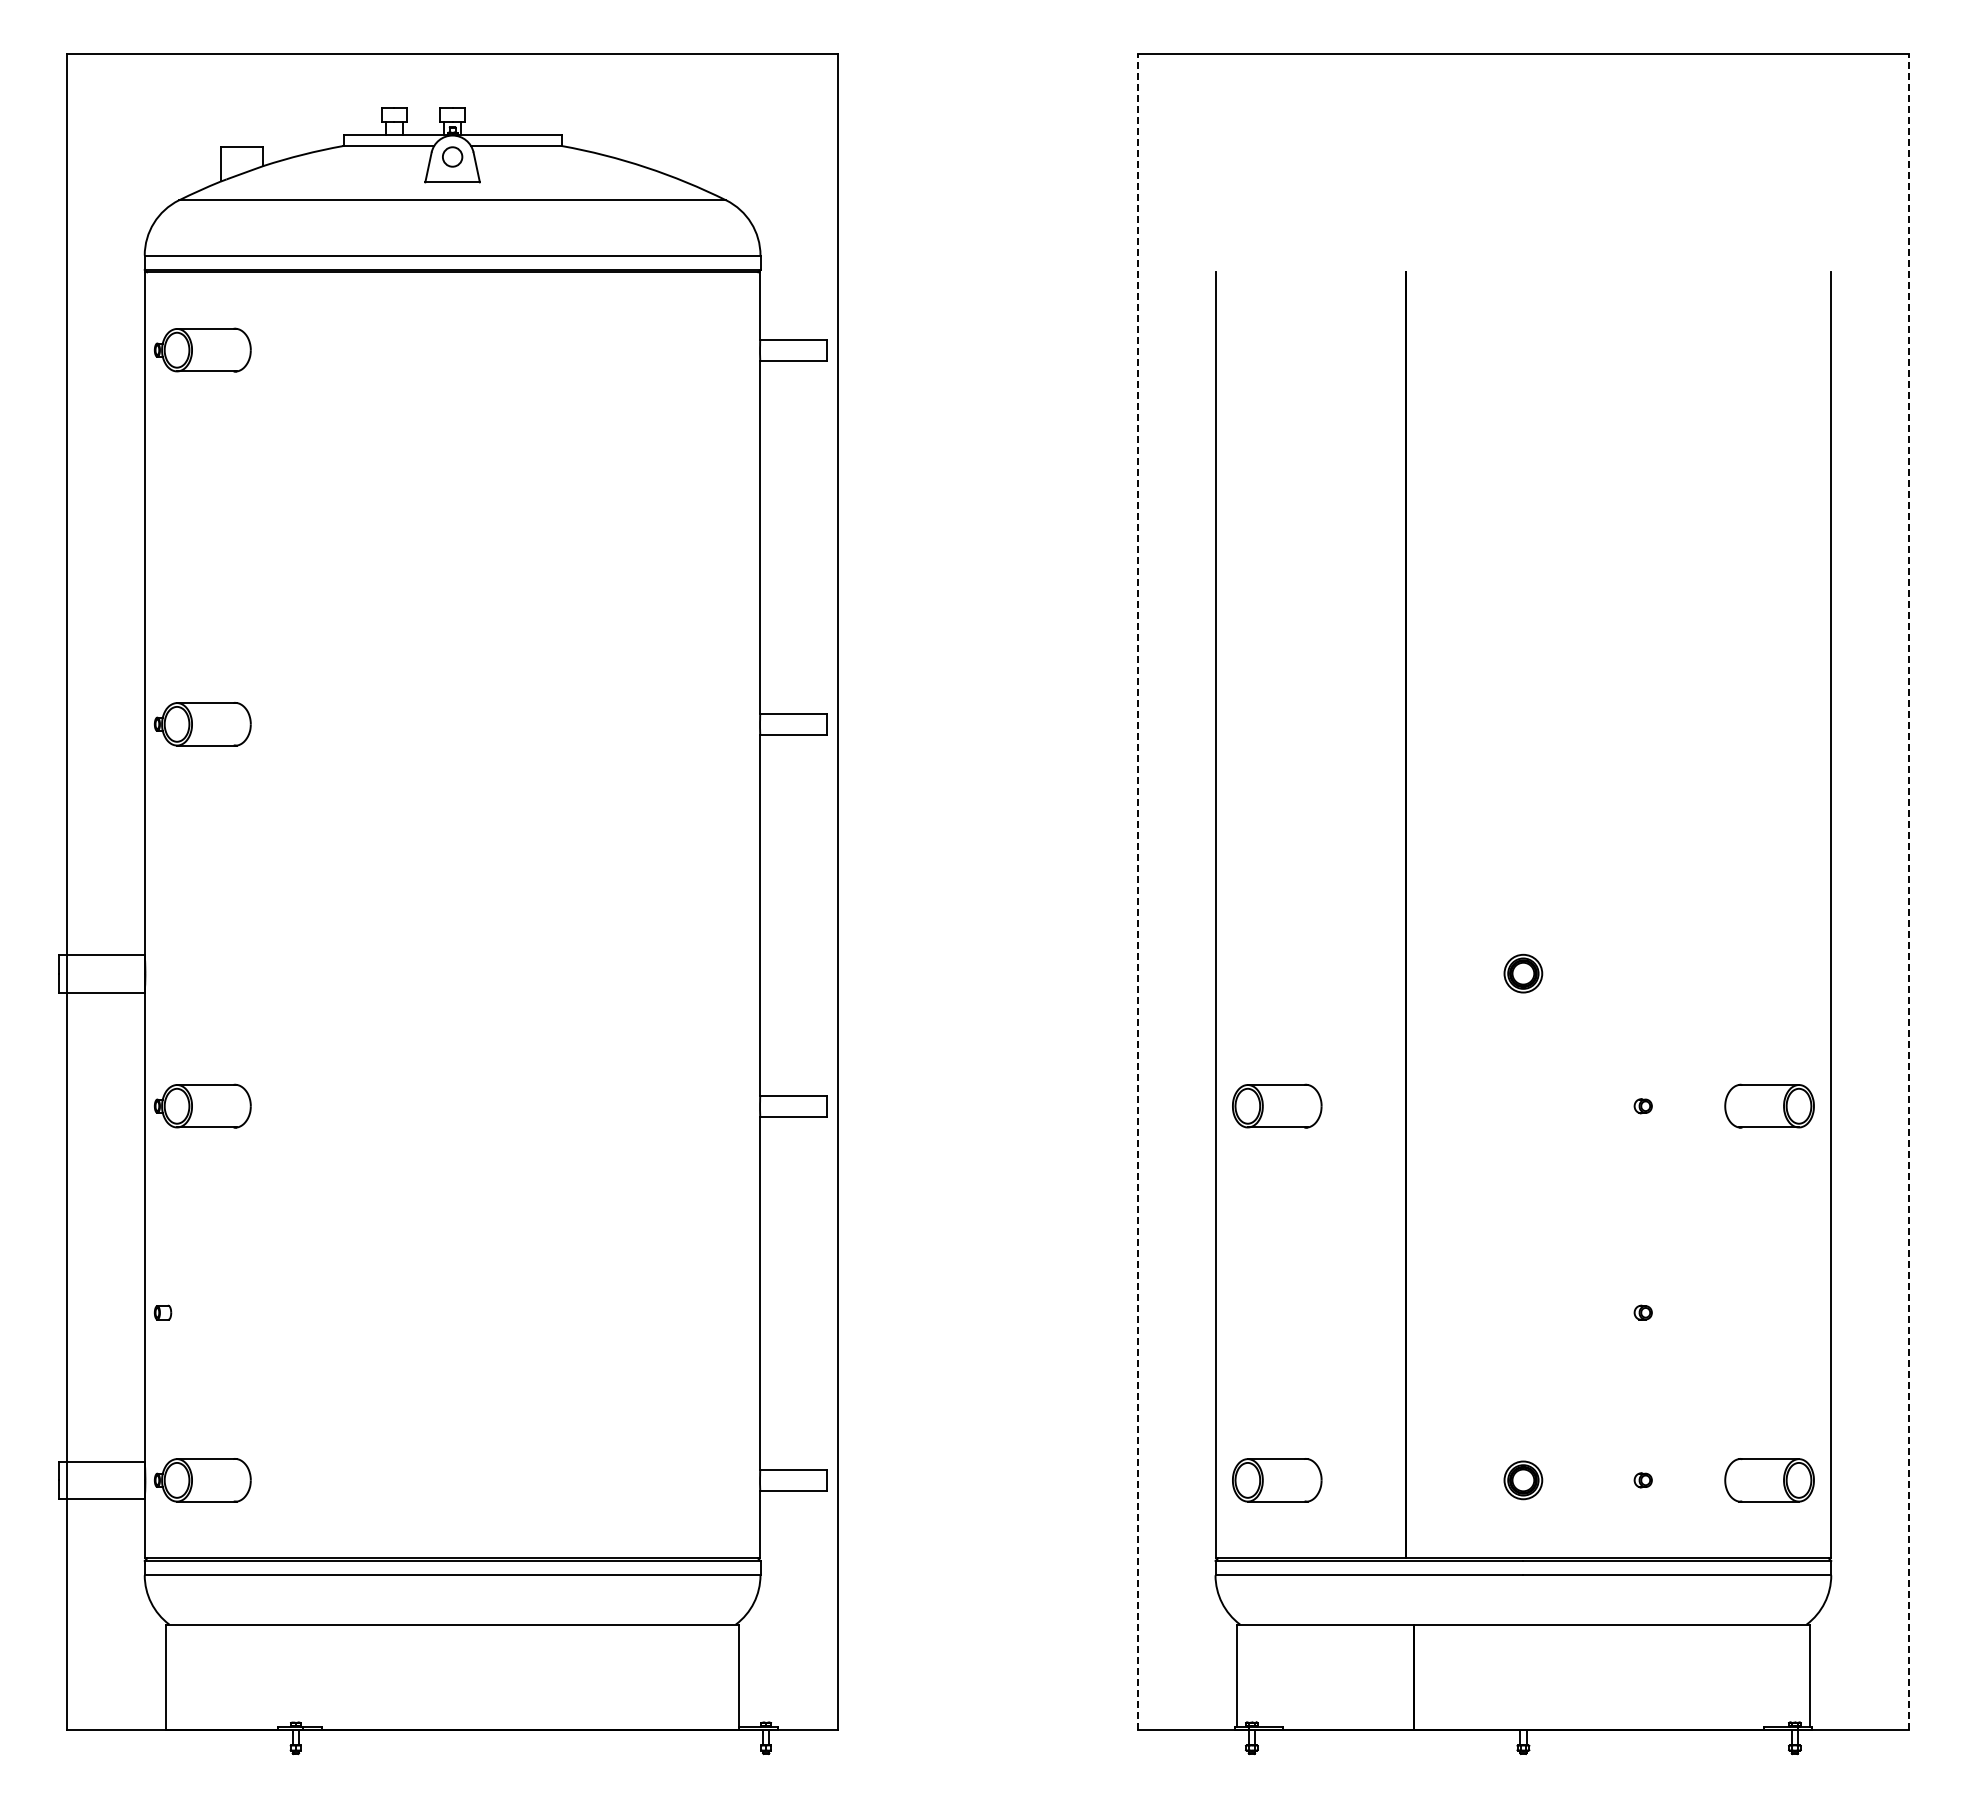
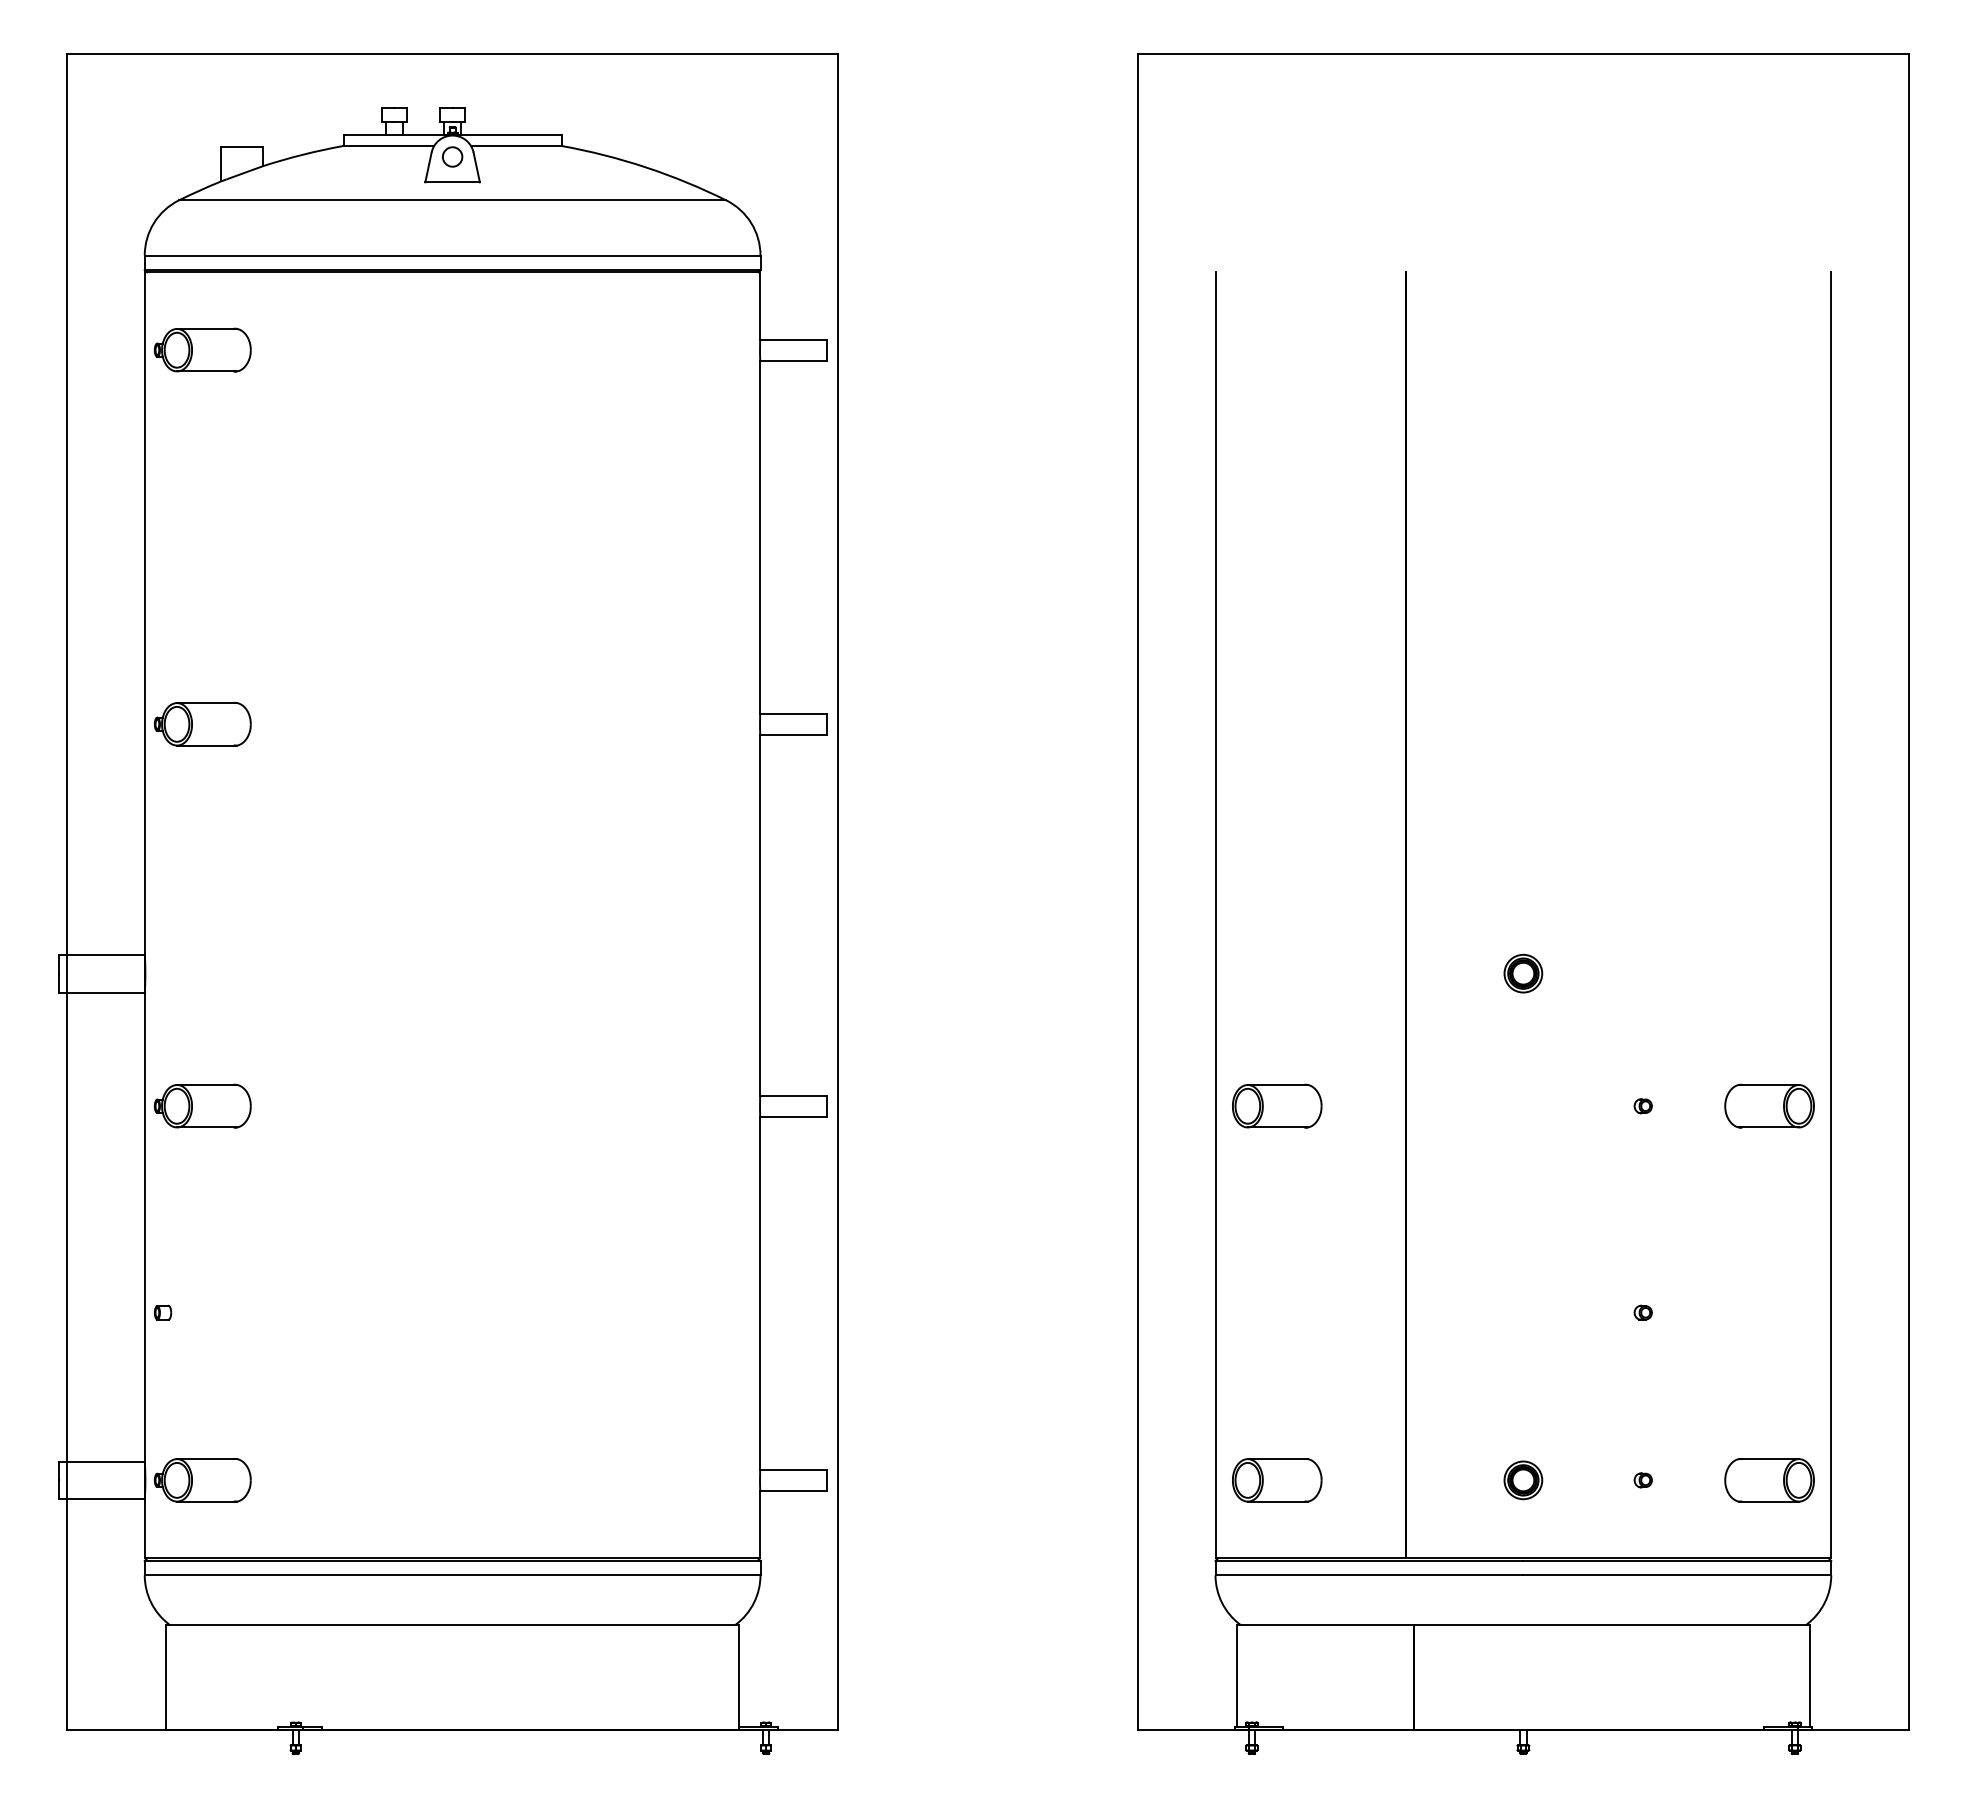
line at (1137, 891): dashed -> solid
line at (1908, 891): dashed -> solid
